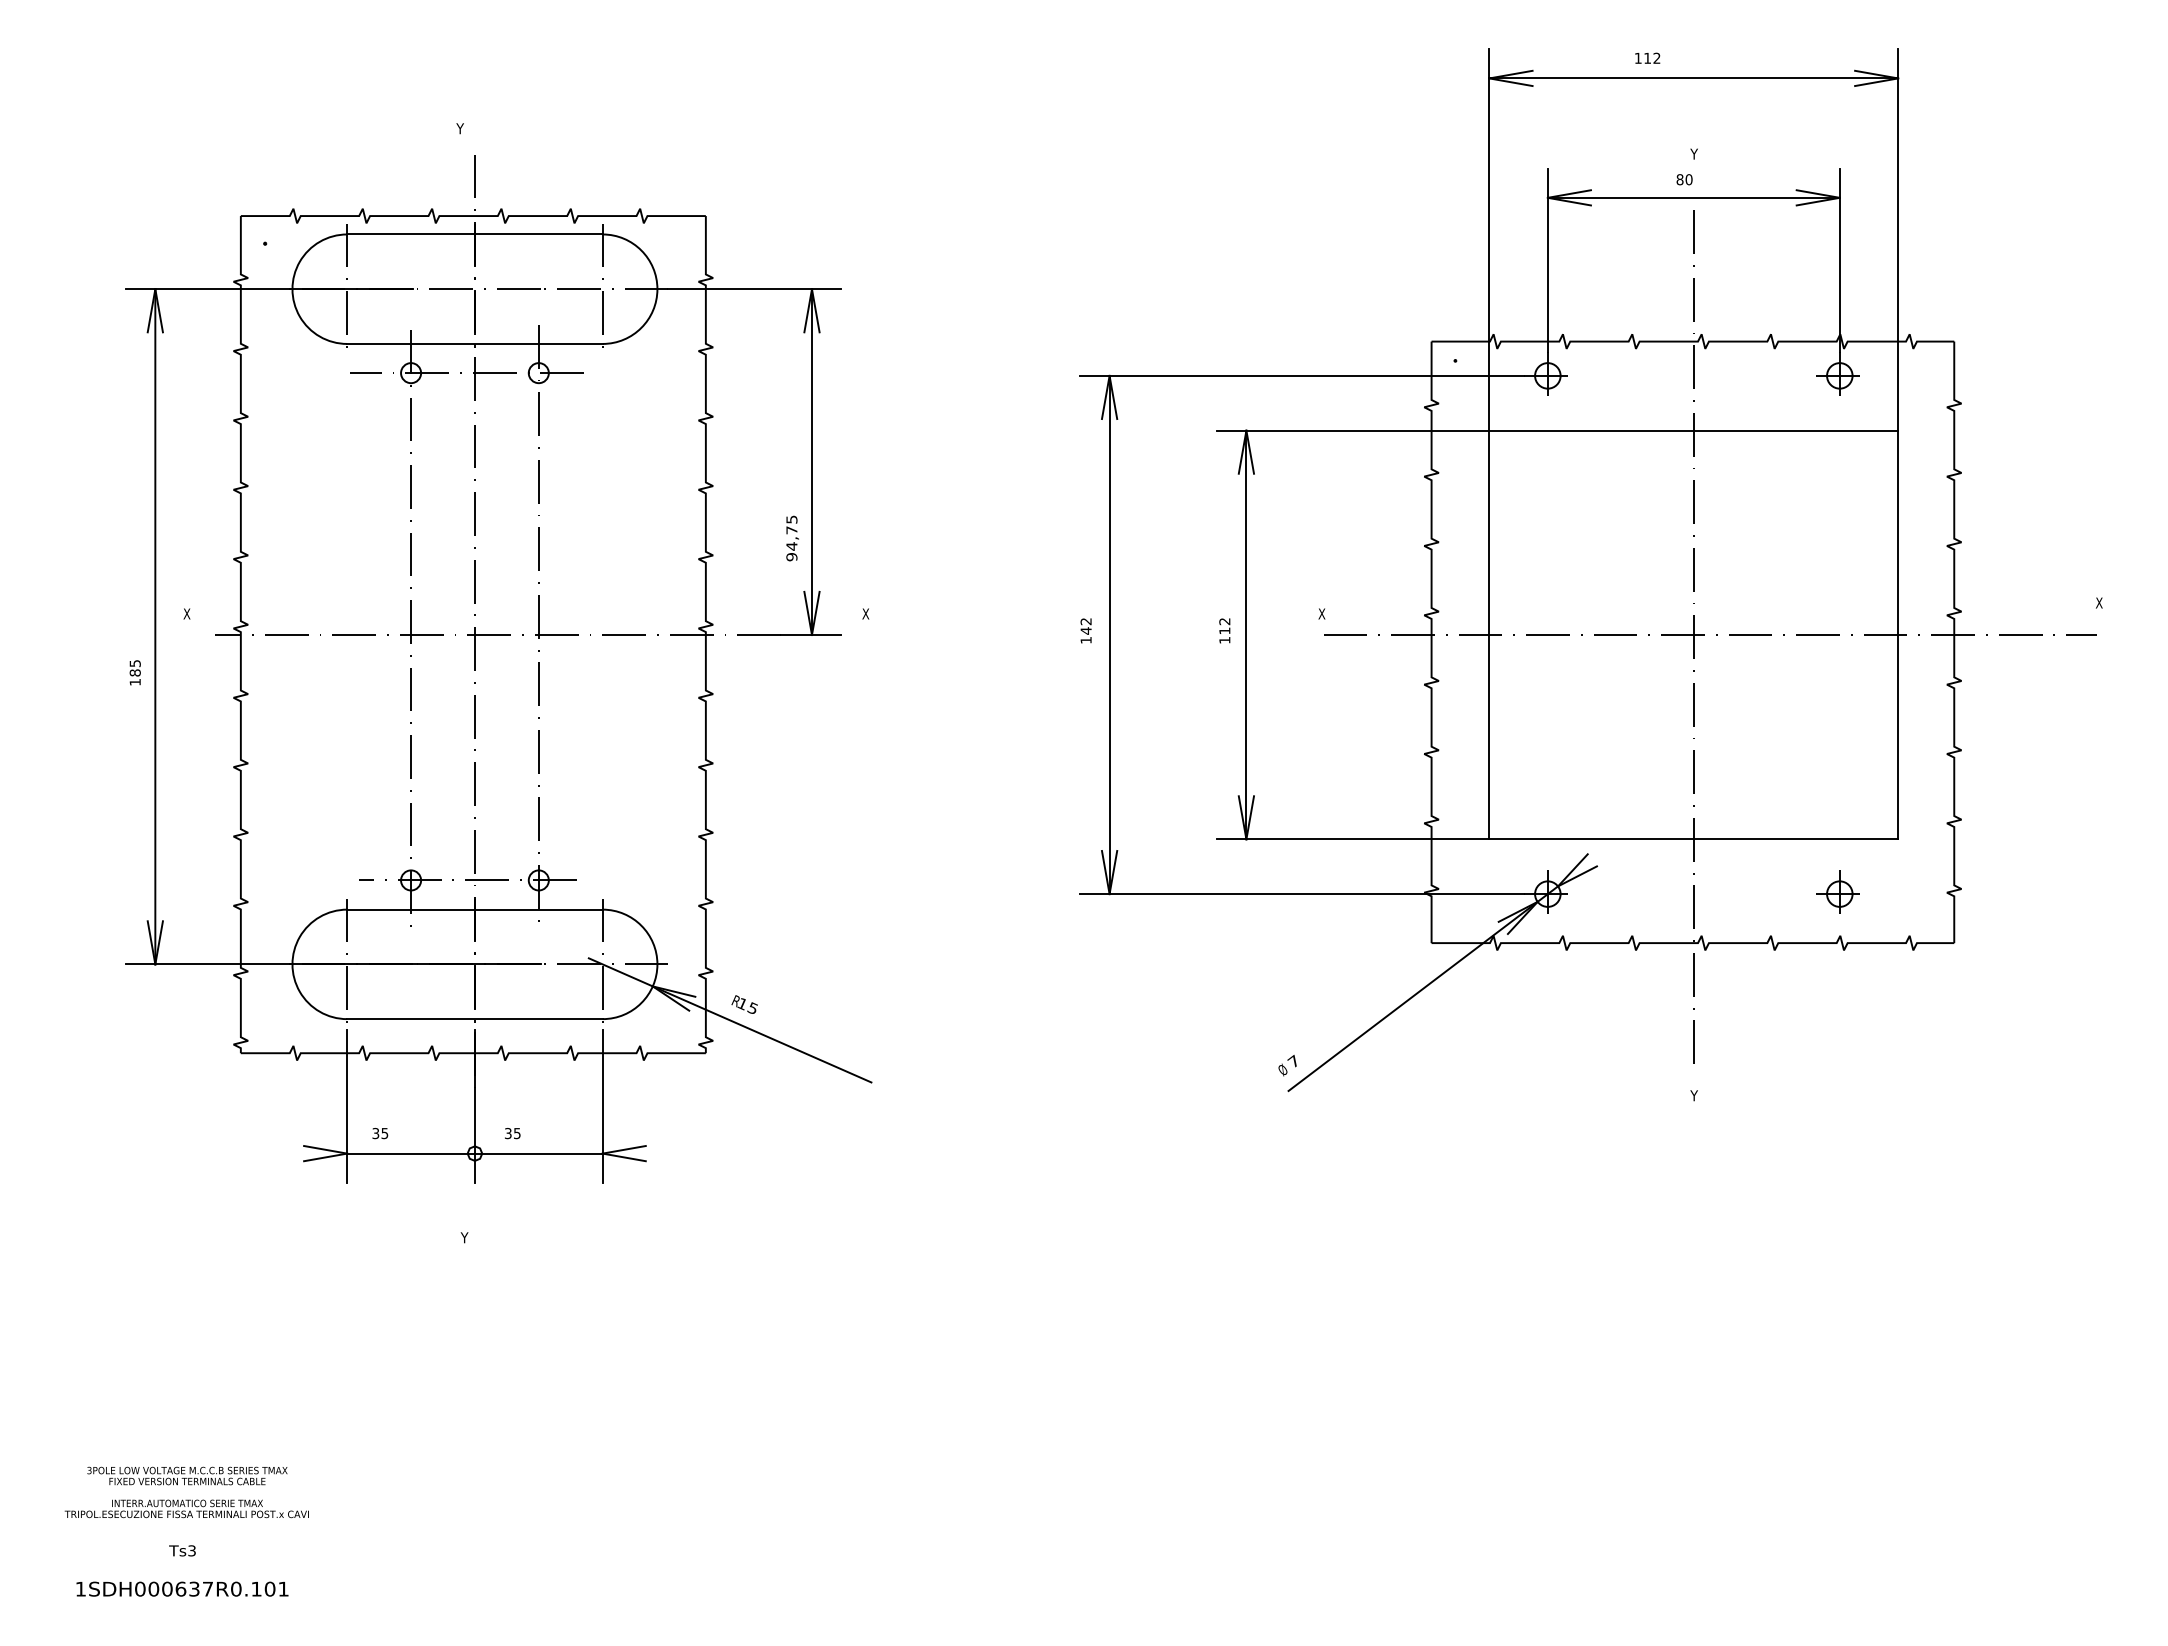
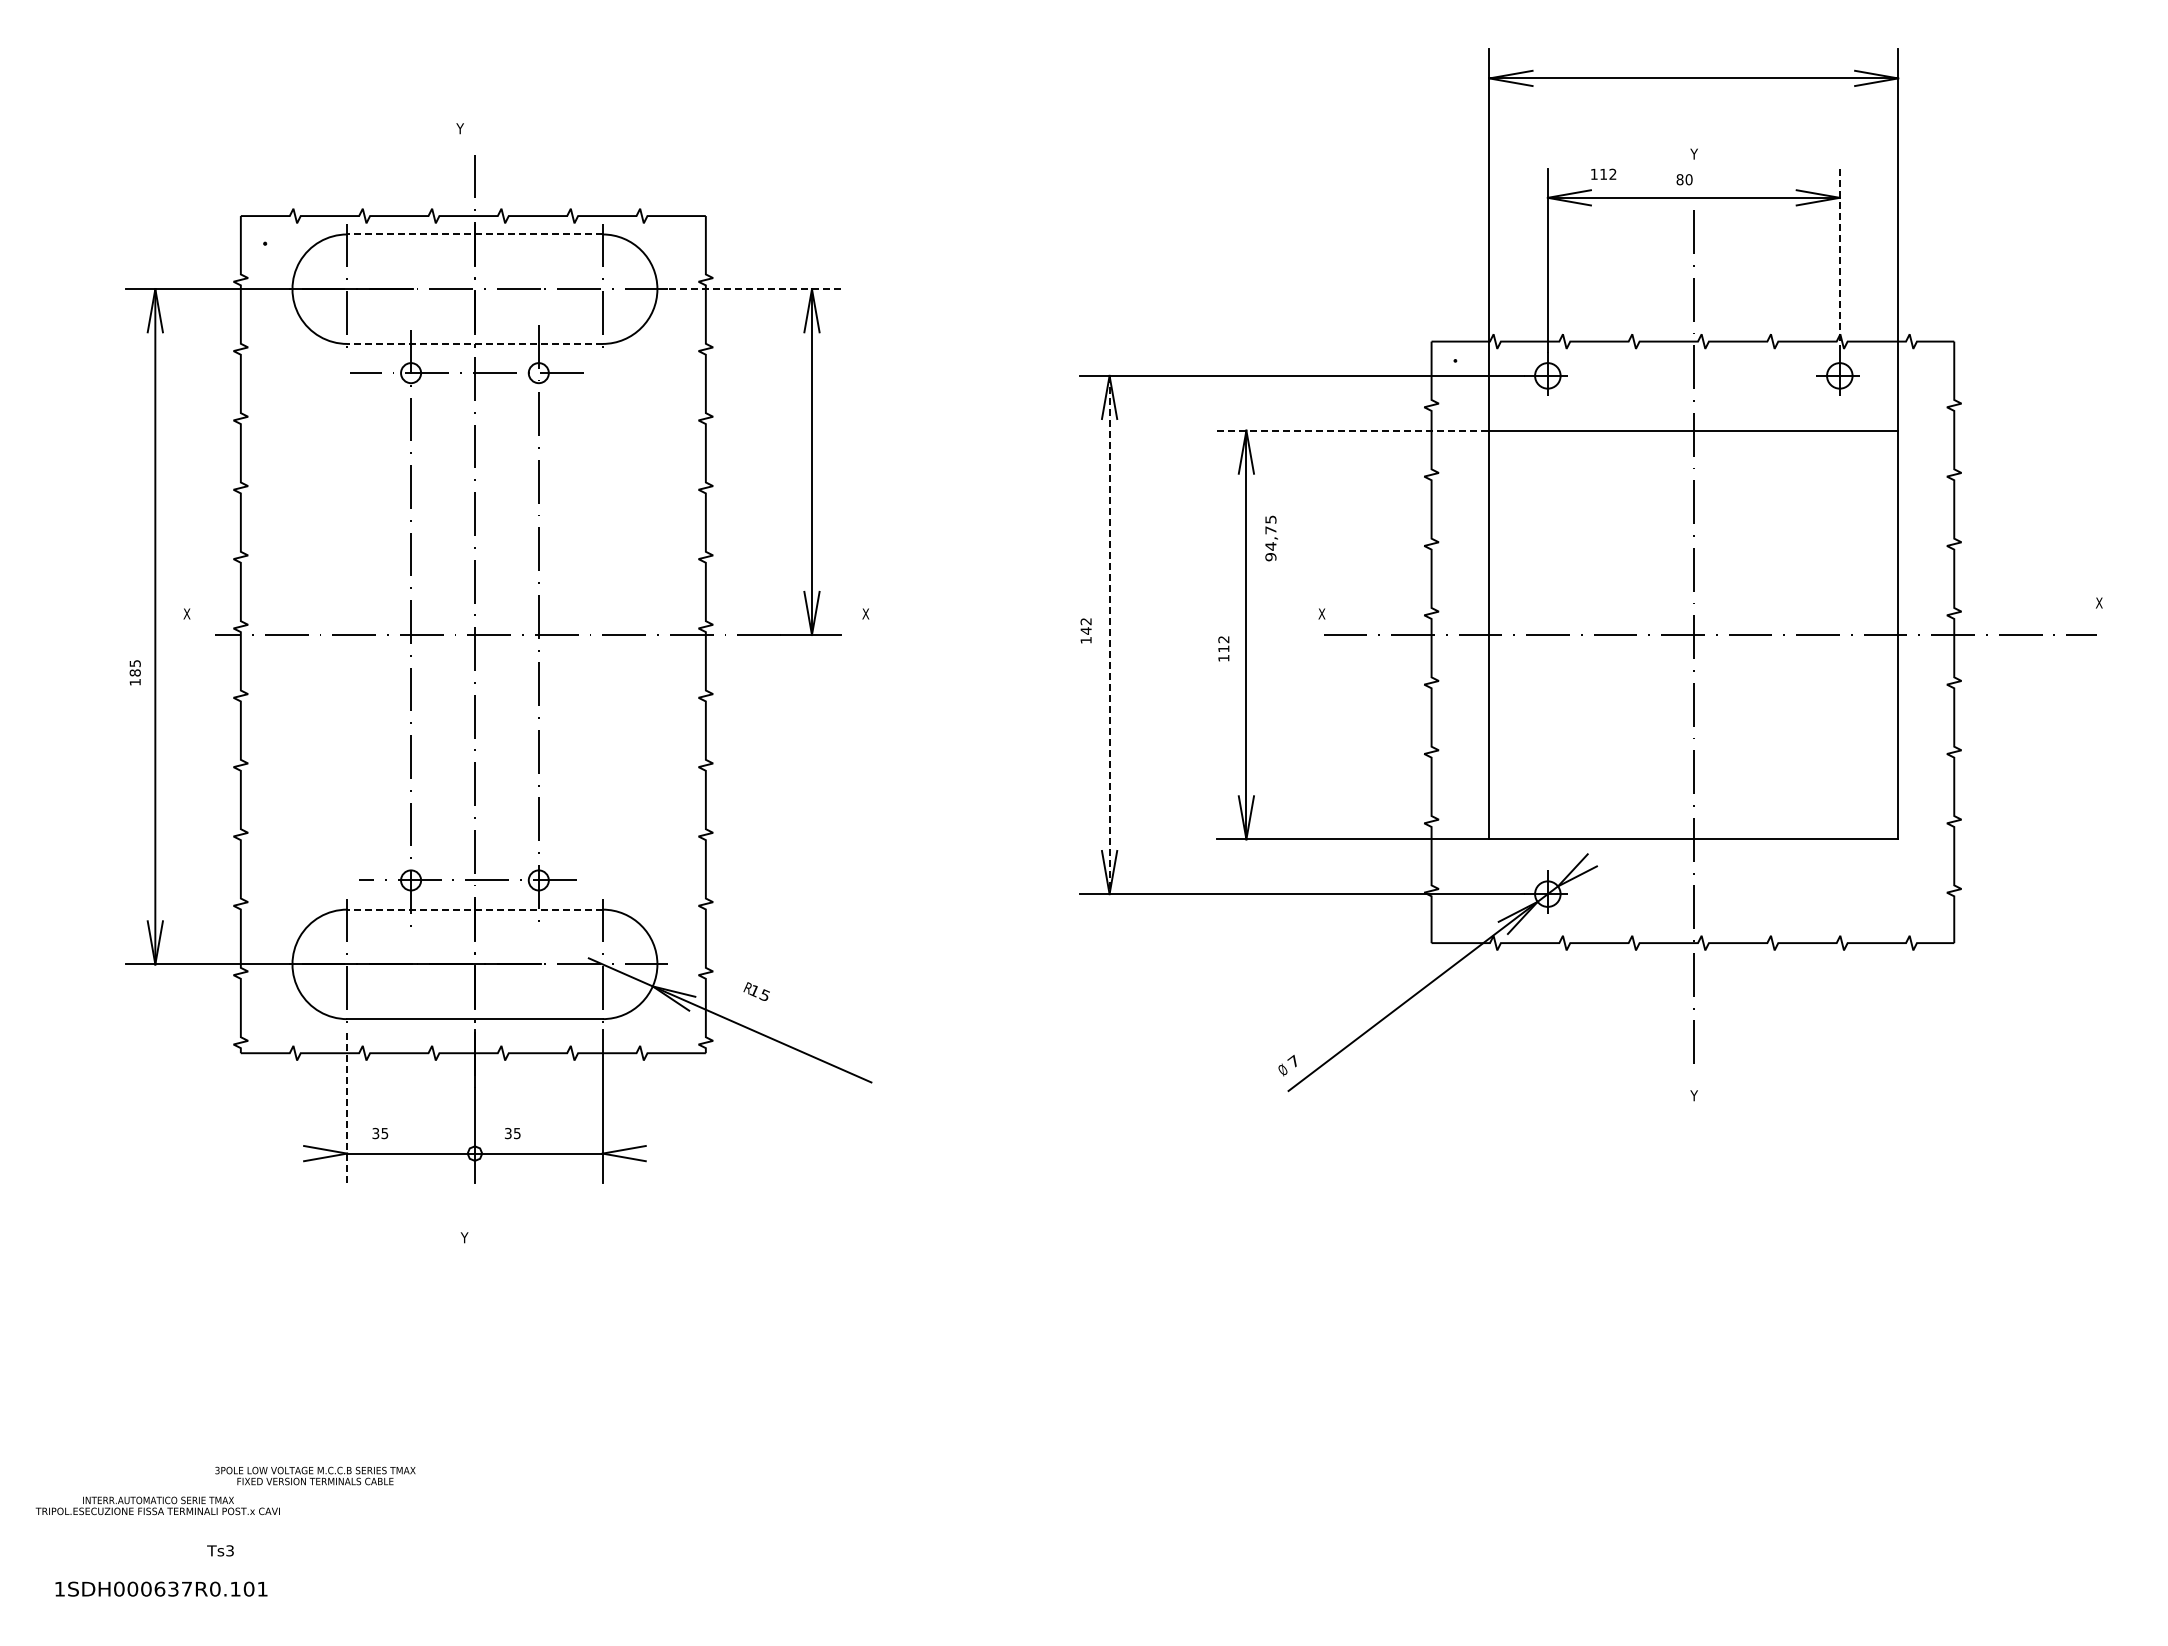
text at (1647, 57) position: (1647, 57) -> (1603, 173)
line at (474, 234): solid -> dashed
line at (1839, 260): solid -> dashed
line at (754, 289): solid -> dashed
line at (474, 343): solid -> dashed
line at (1353, 430): solid -> dashed
text at (792, 538) position: (792, 538) -> (1271, 538)
text at (1224, 630) position: (1224, 630) -> (1223, 648)
line at (1109, 635): solid -> dashed
part at (1837, 891): present -> none
line at (474, 909): solid -> dashed
text at (744, 1004) position: (744, 1004) -> (756, 991)
line at (347, 1105): solid -> dashed
text at (187, 1475) position: (187, 1475) -> (315, 1475)
text at (186, 1508) position: (186, 1508) -> (157, 1505)
text at (182, 1550) position: (182, 1550) -> (220, 1550)
text at (182, 1588) position: (182, 1588) -> (161, 1588)
